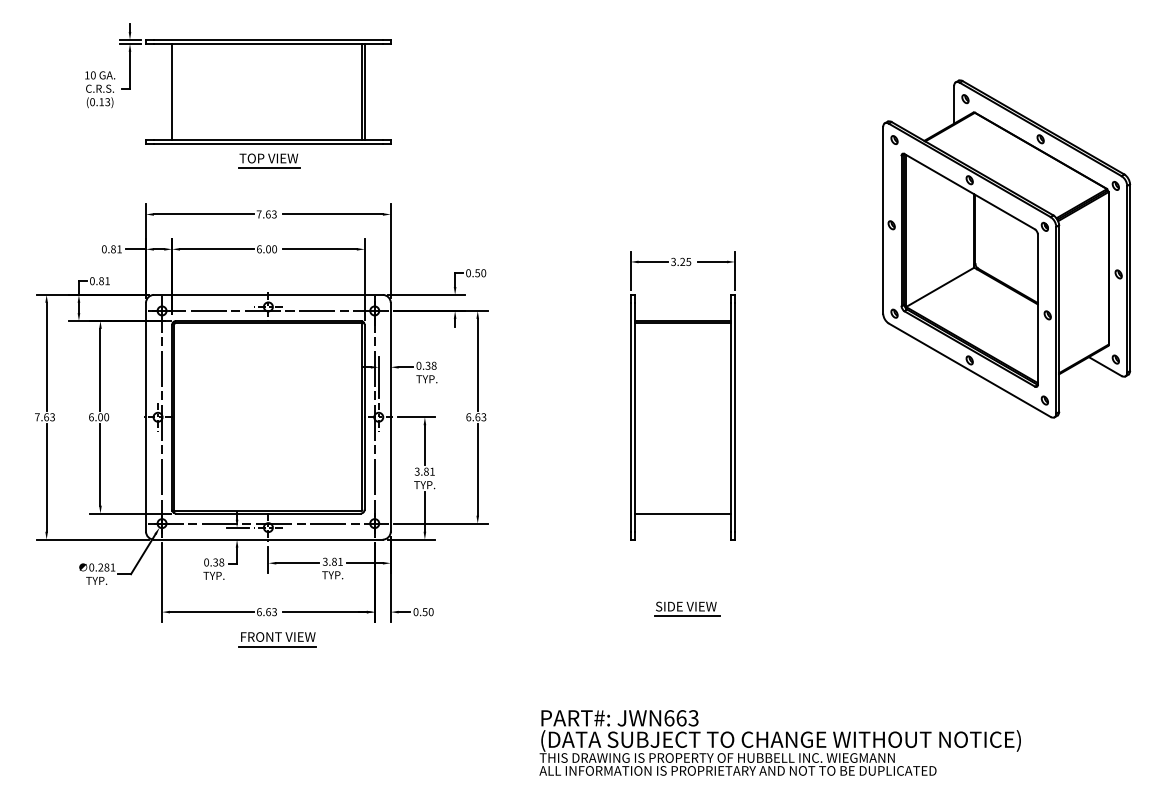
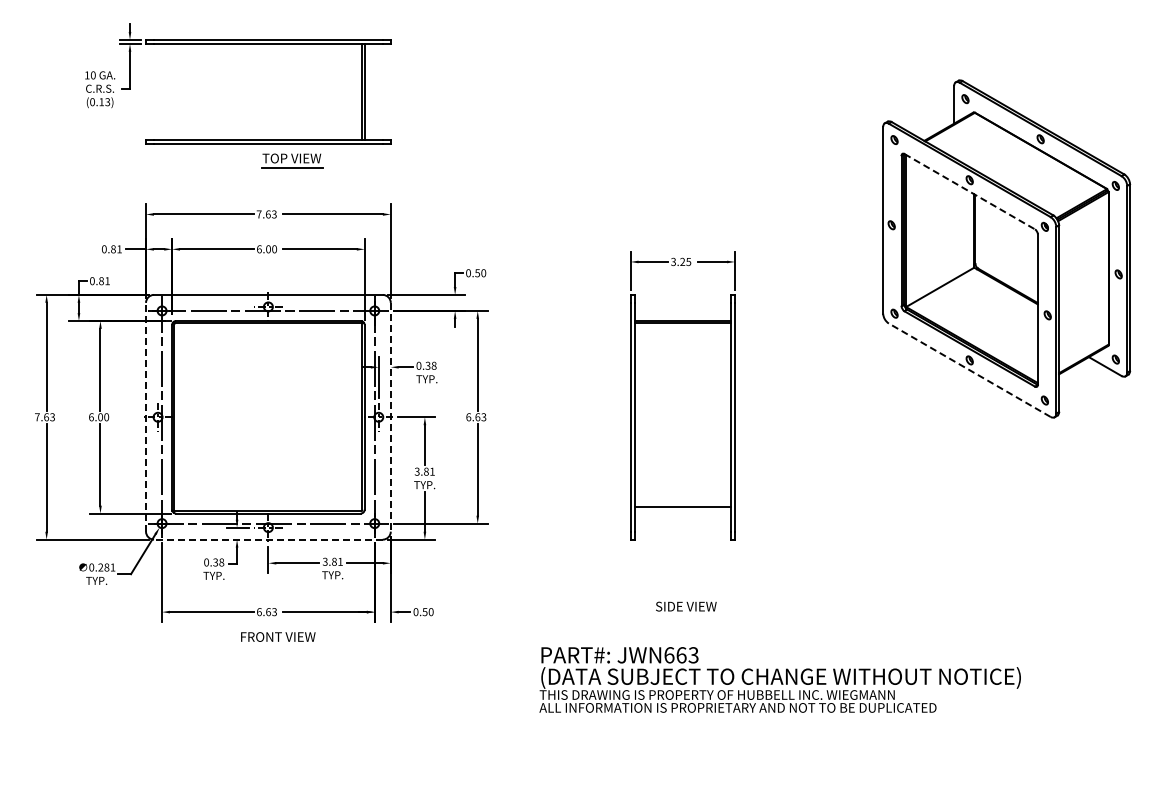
line at (172, 91): present -> none
part at (269, 160) position: (269, 160) -> (292, 160)
line at (970, 191): solid -> dashed
line at (969, 369): solid -> dashed
line at (146, 416): solid -> dashed
line at (390, 417): solid -> dashed
line at (682, 513) position: (682, 513) -> (682, 506)
line at (267, 539): solid -> dashed
line at (686, 616): present -> none
line at (277, 646): present -> none
text at (779, 742) position: (779, 742) -> (779, 679)
